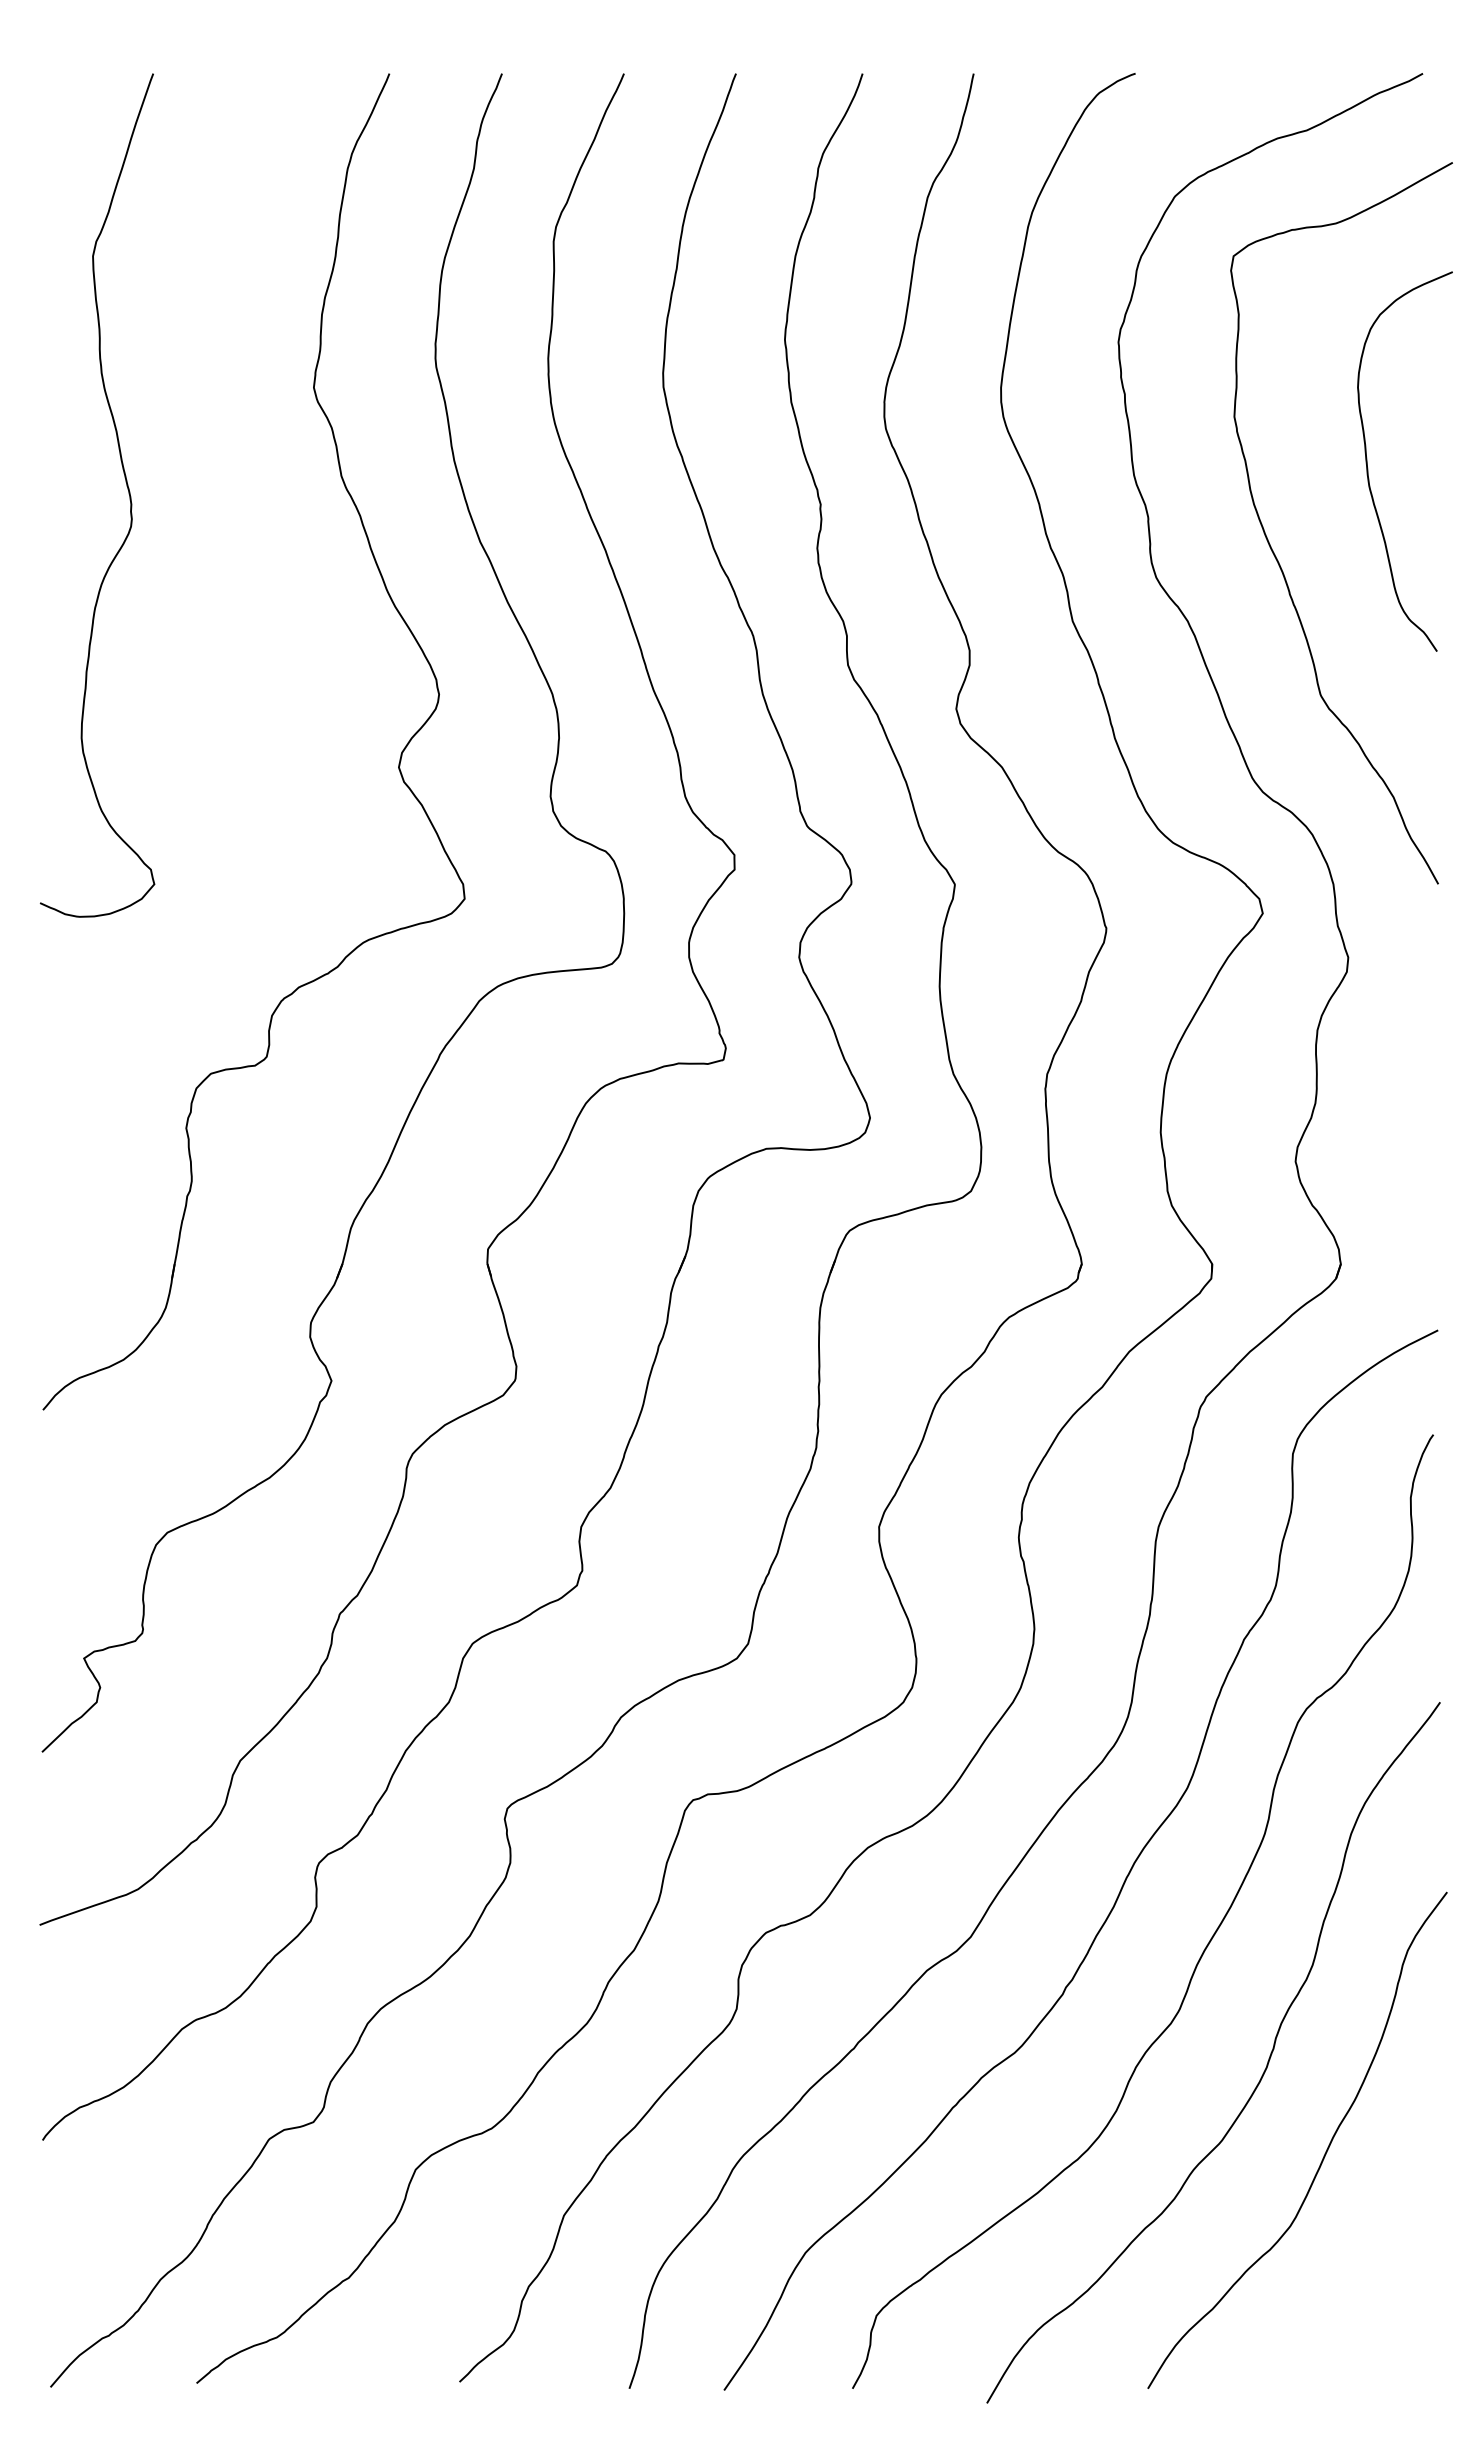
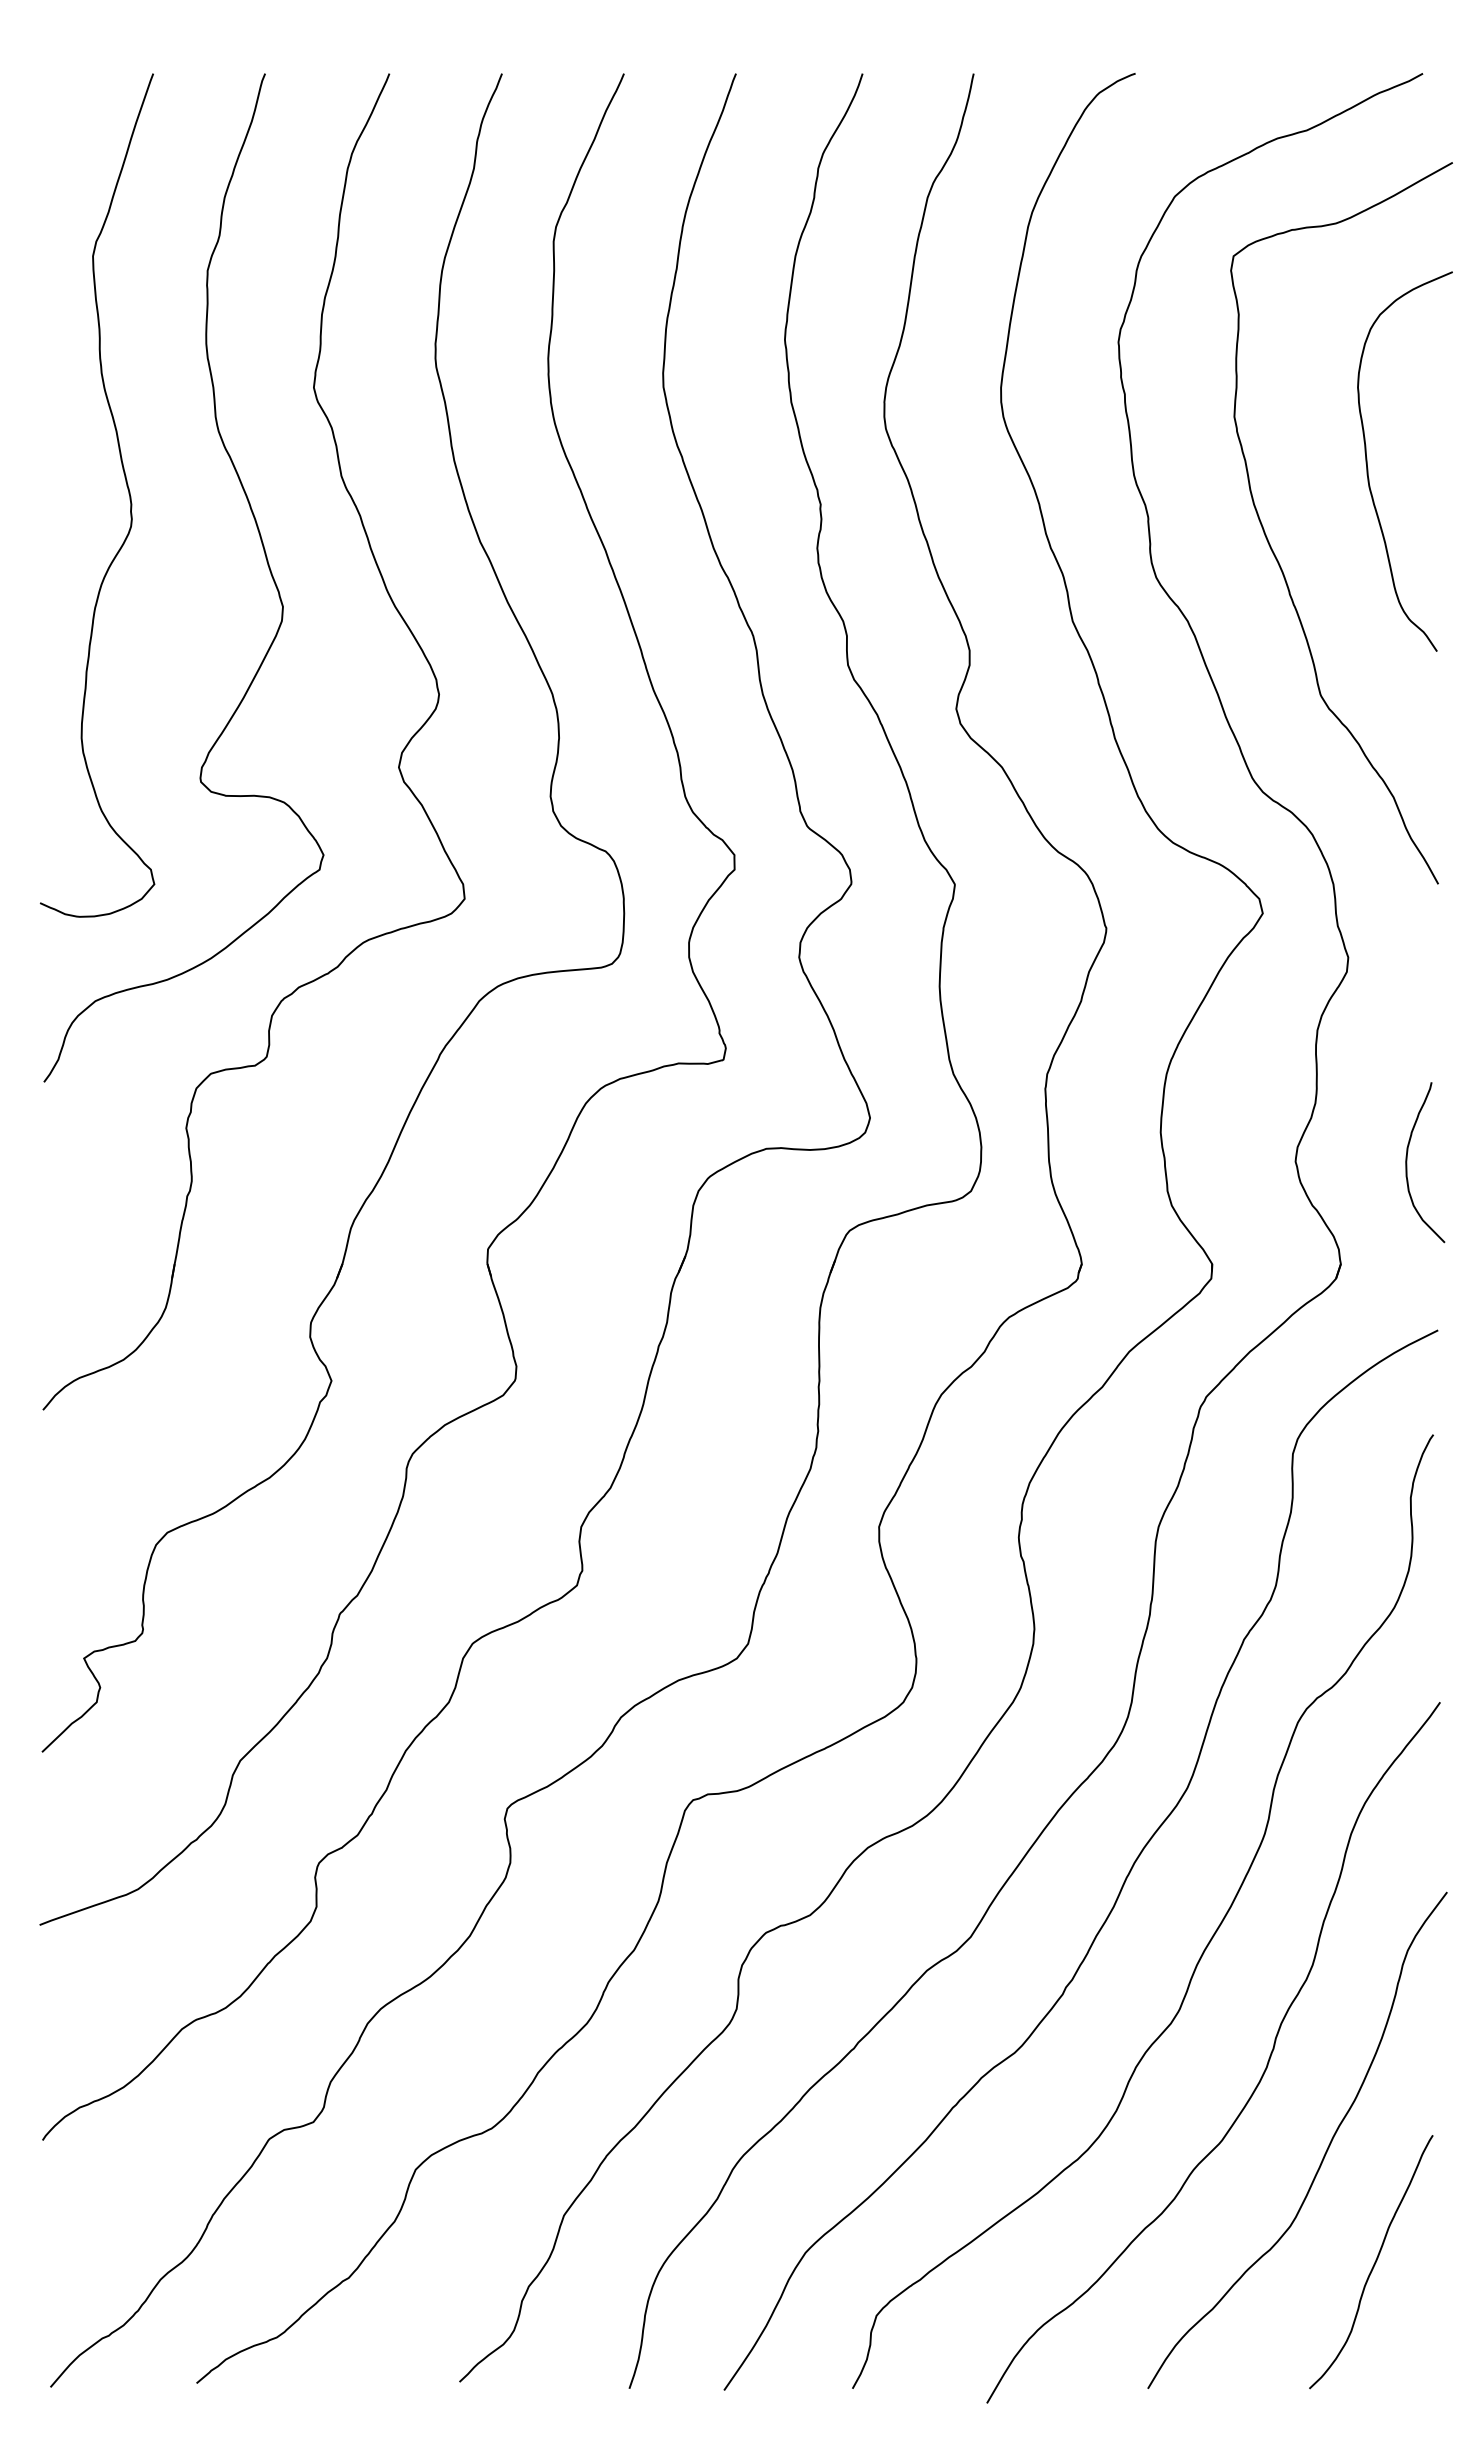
curve at (263, 551): none -> present
curve at (1407, 1162): none -> present
curve at (1373, 2264): none -> present
